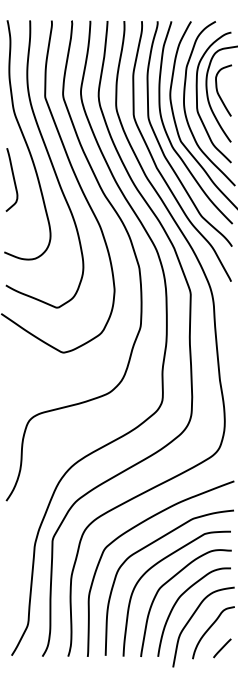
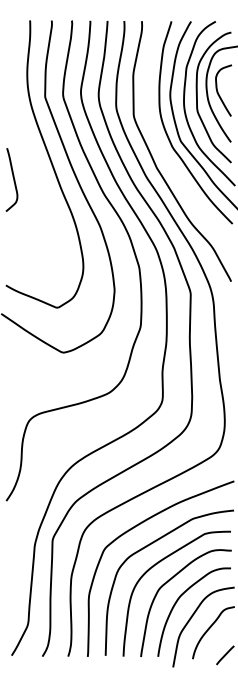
curve at (26, 140): present -> none
curve at (161, 146): present -> none
line at (222, 648) position: (222, 648) -> (225, 655)
